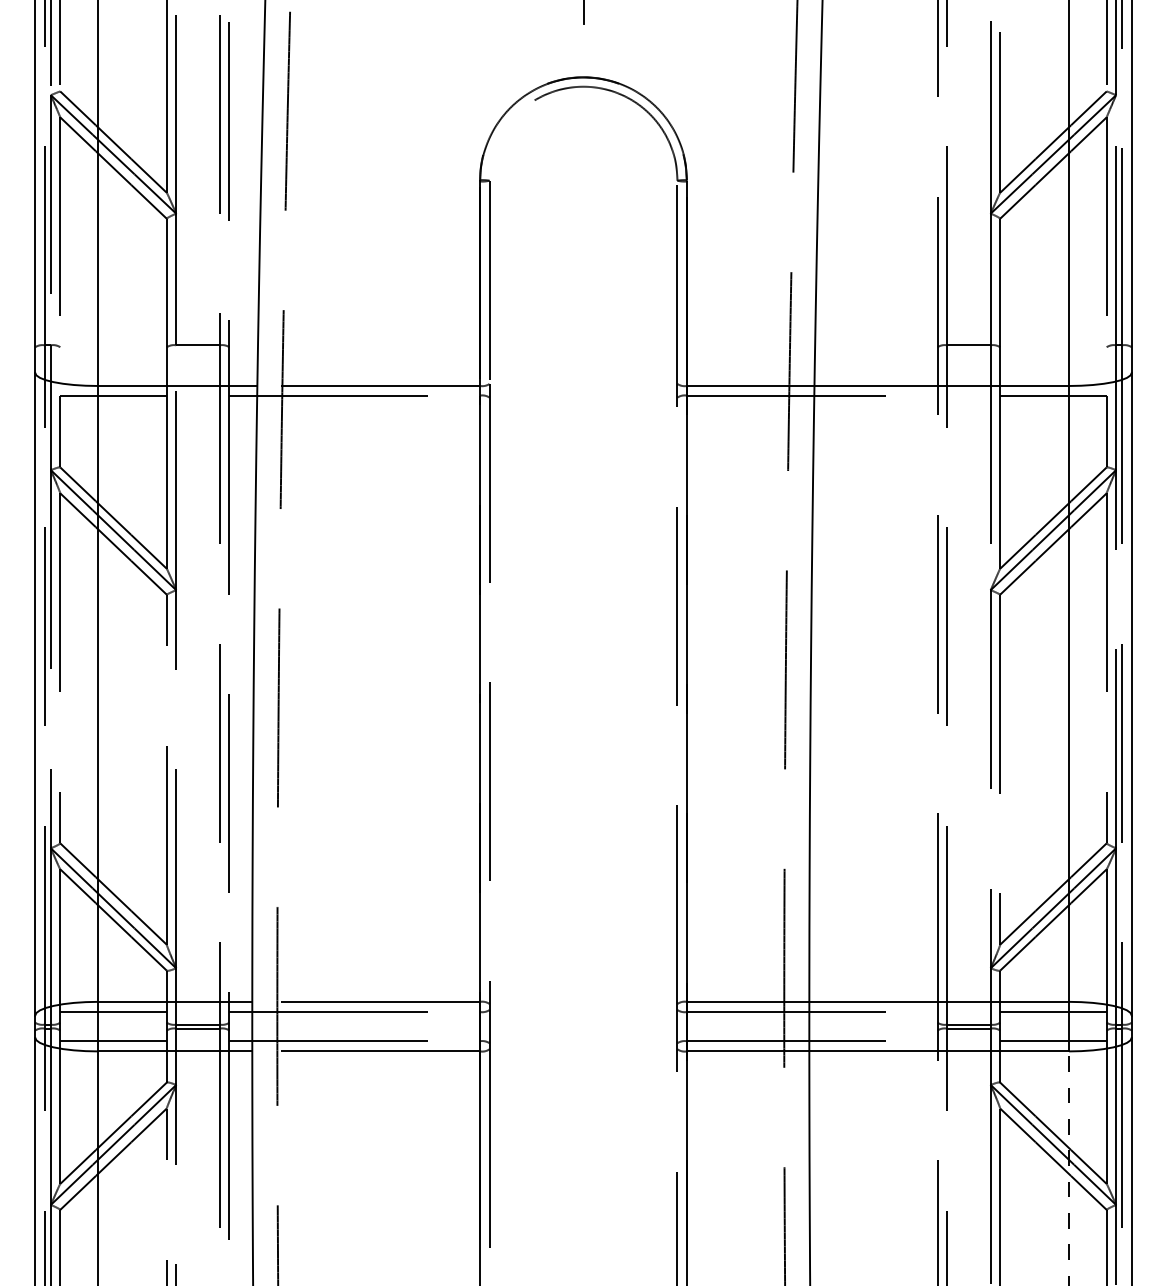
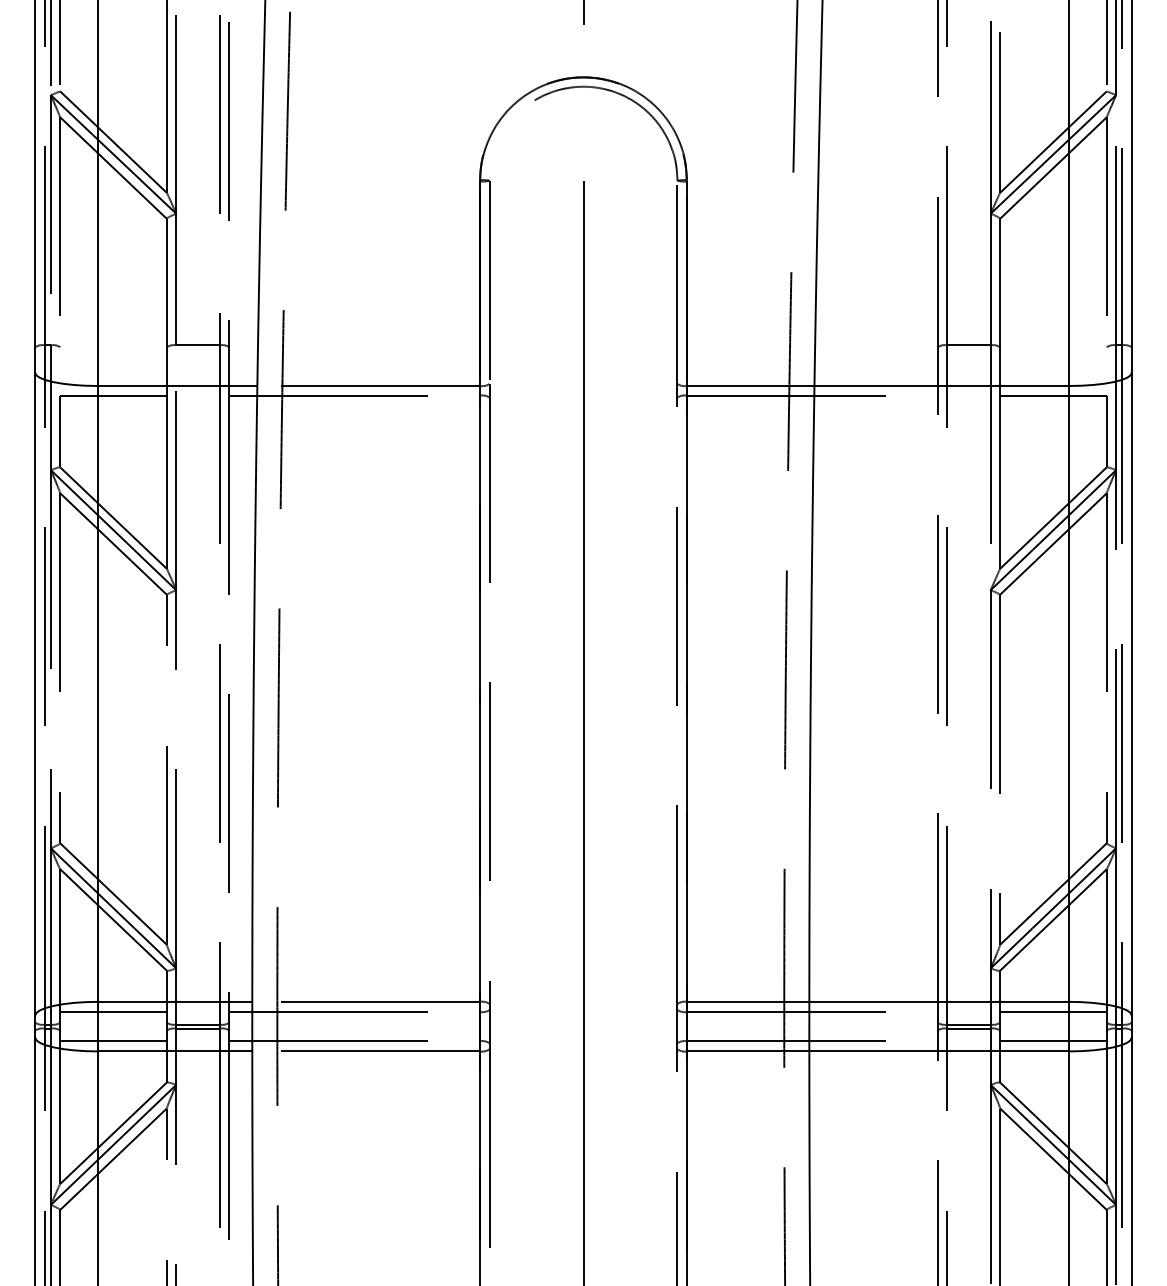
line at (583, 731): none -> present
line at (1069, 1168): dashed -> solid
